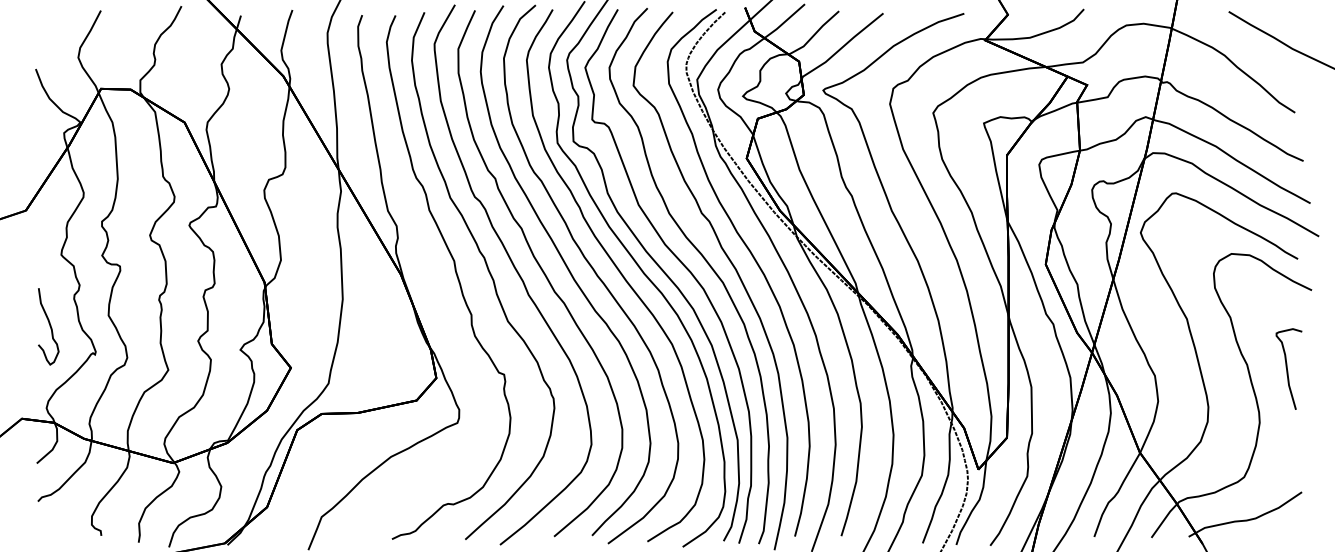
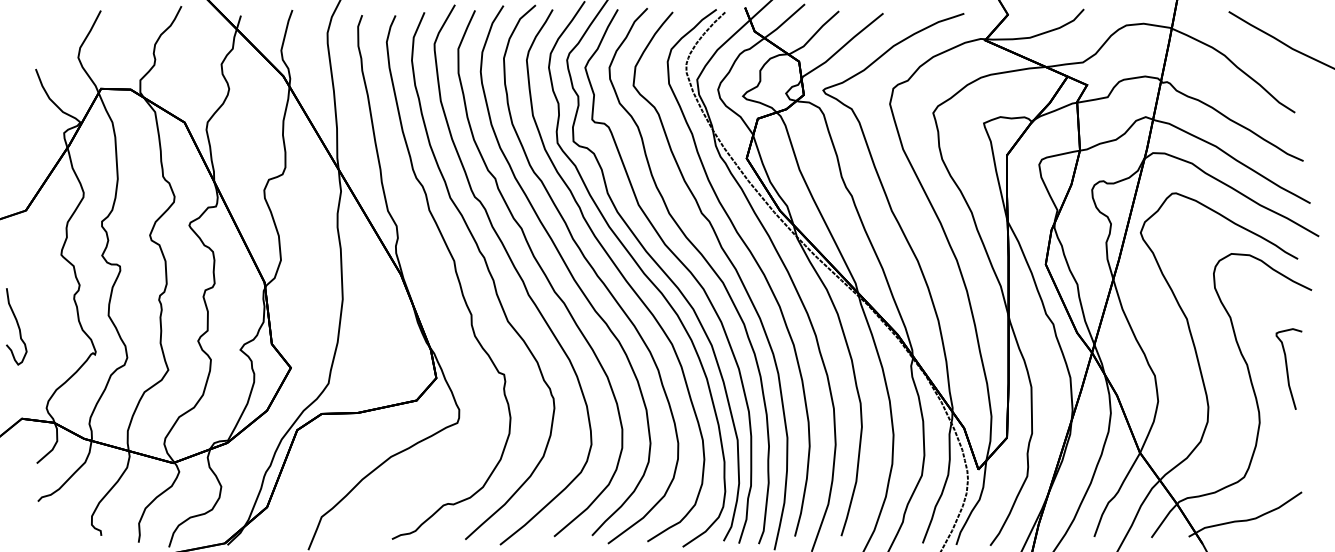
curve at (49, 326) position: (49, 326) -> (17, 326)
